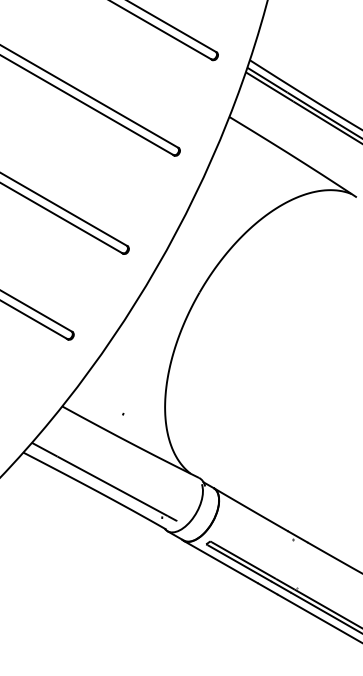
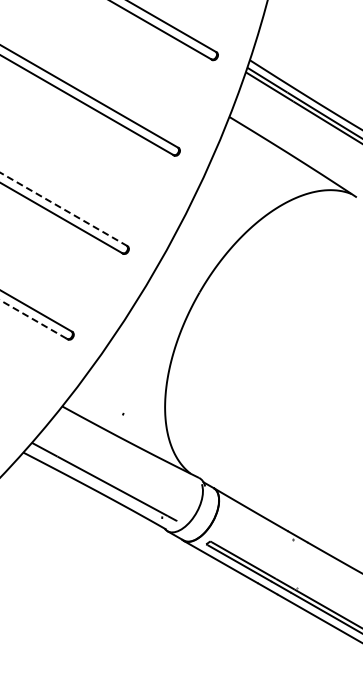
line at (63, 209): solid -> dashed
line at (34, 320): solid -> dashed
